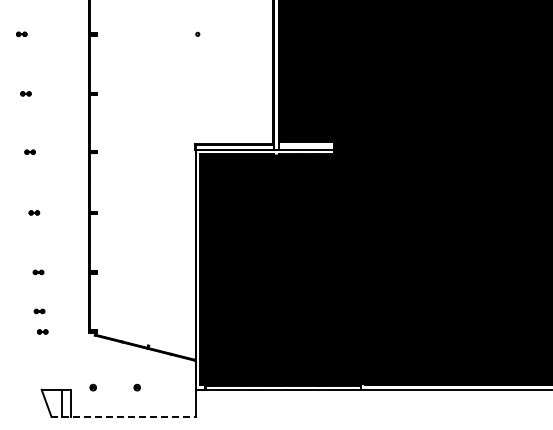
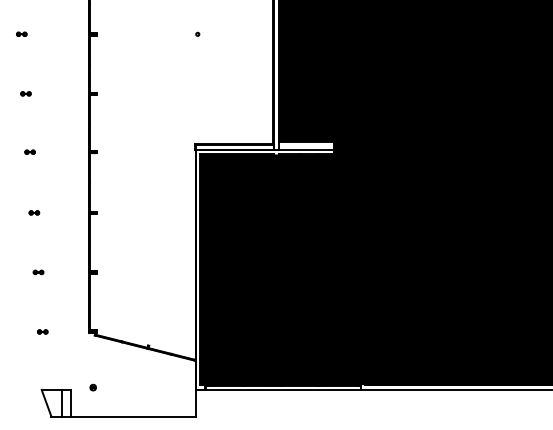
part at (39, 311): present -> none
part at (136, 387): present -> none
line at (124, 416): dashed -> solid
